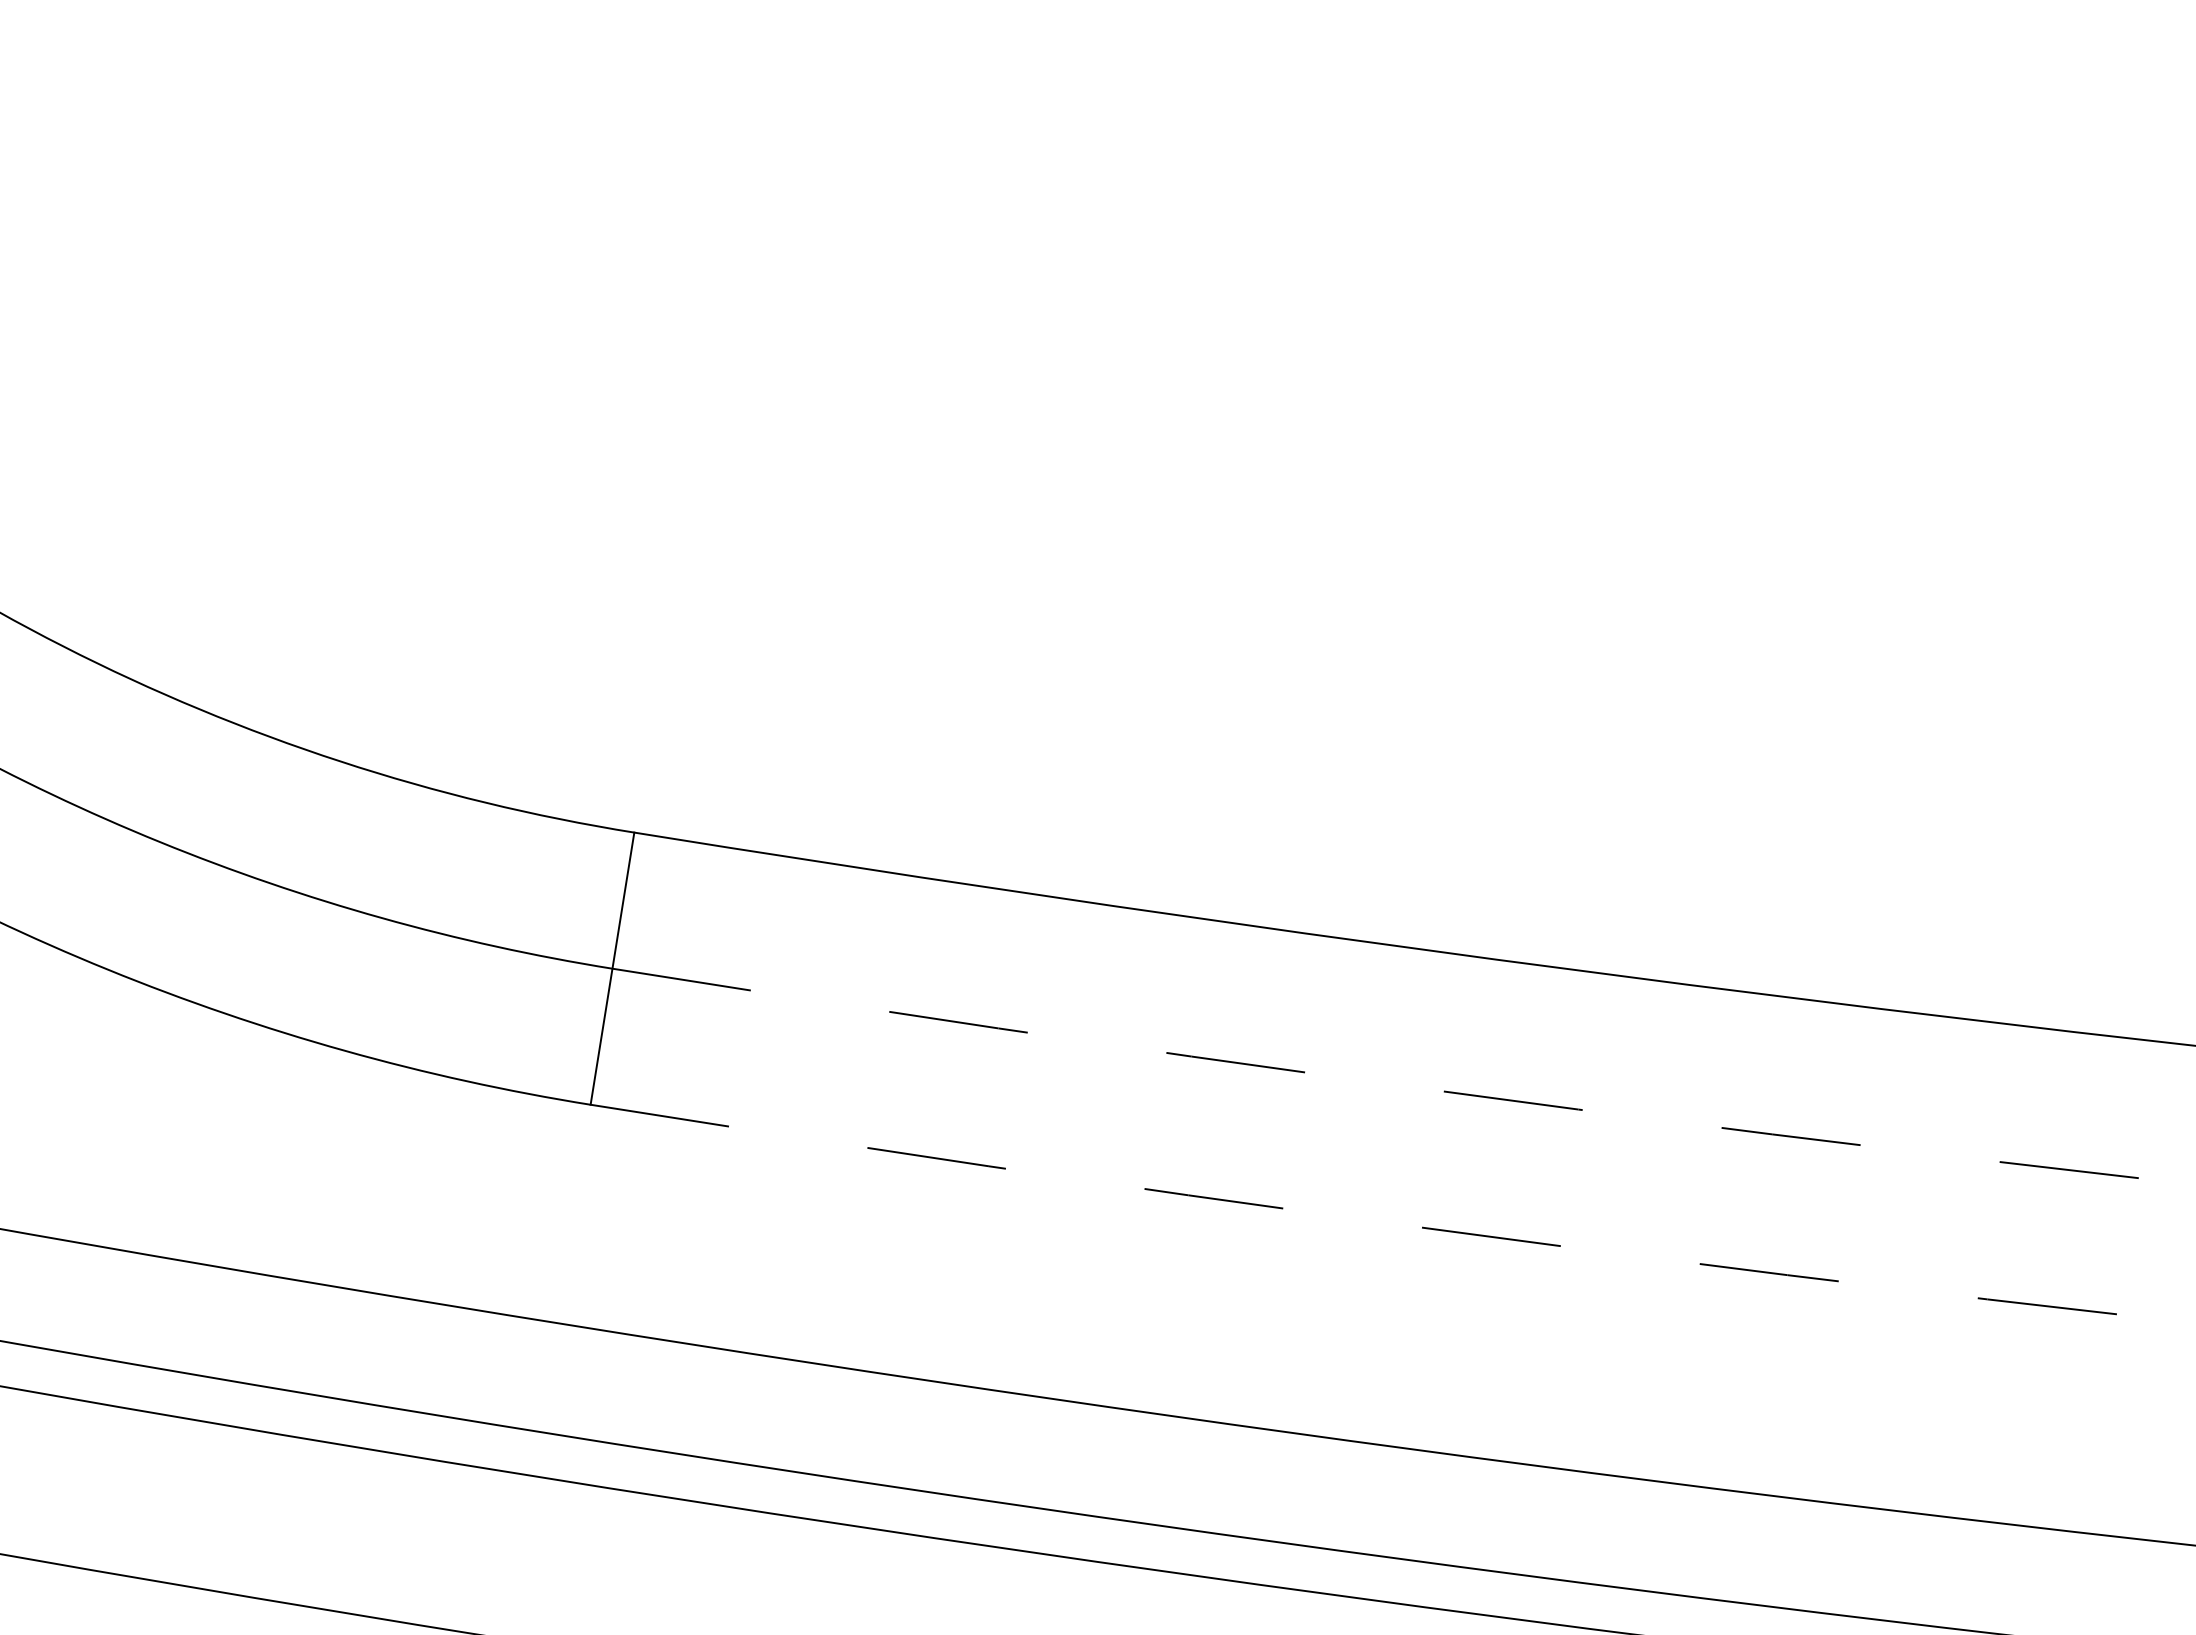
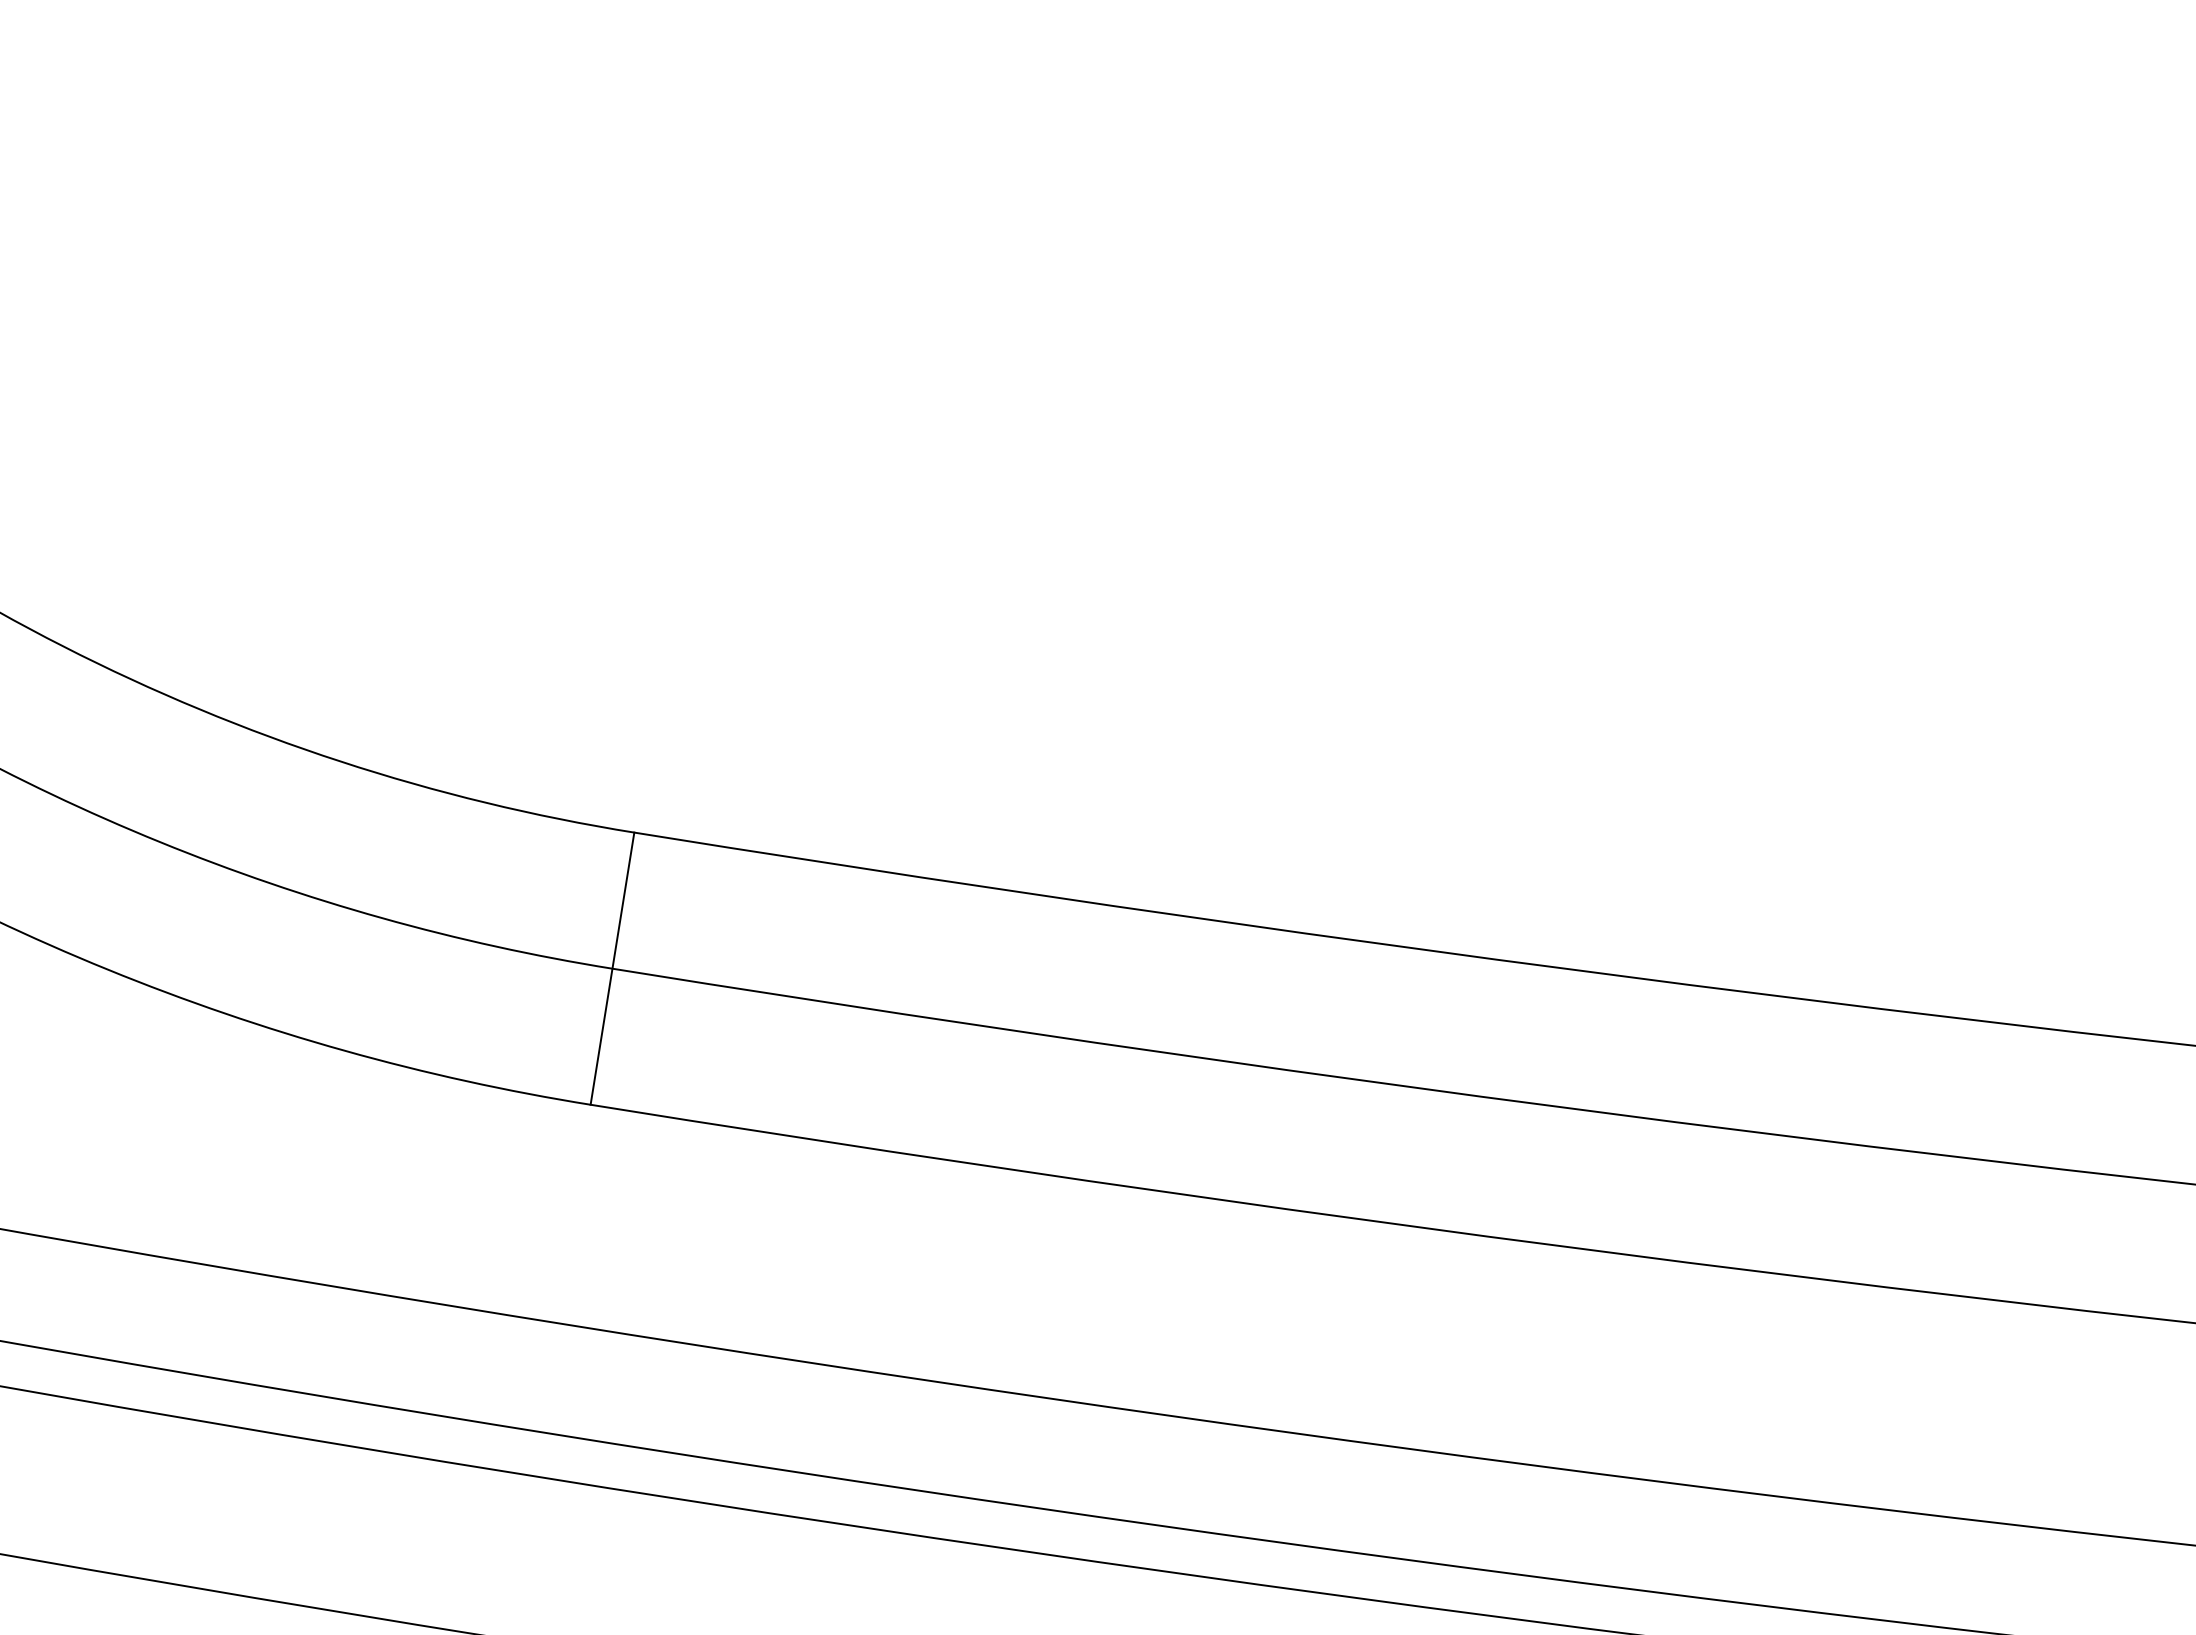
arc at (1402, 1086): dashed -> solid
arc at (1391, 1223): dashed -> solid
